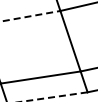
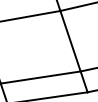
line at (31, 16): dashed -> solid
line at (54, 97): dashed -> solid
